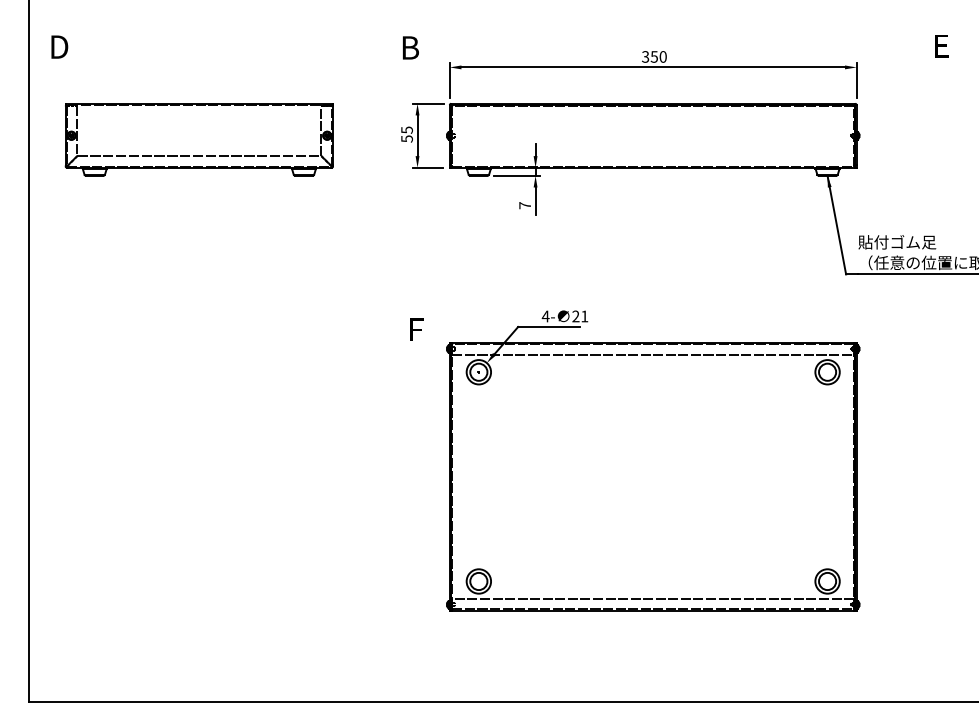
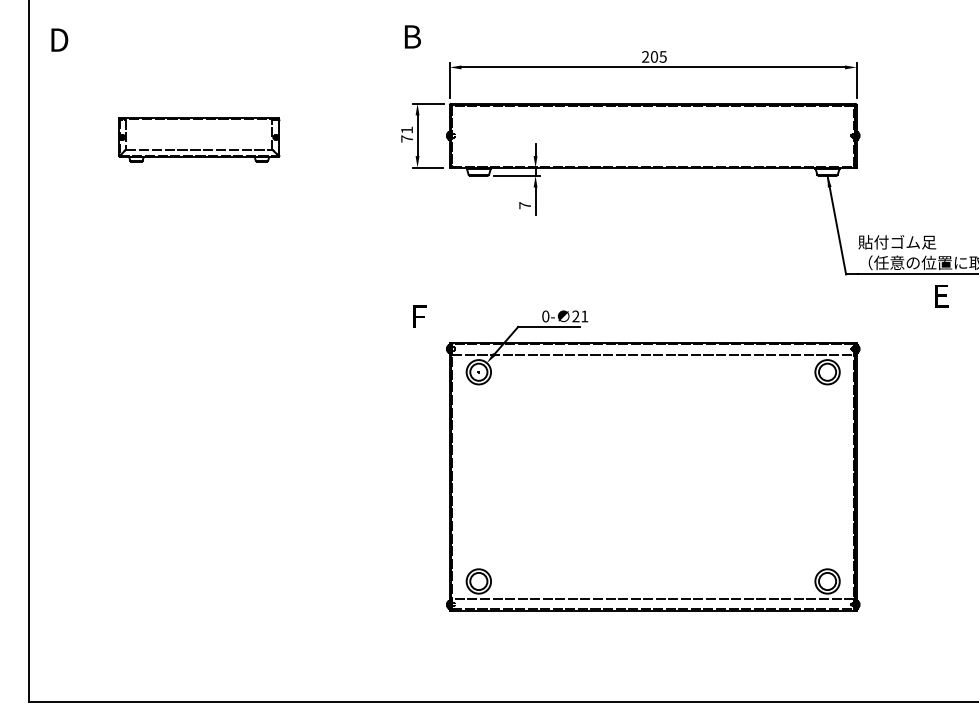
text at (59, 46) position: (59, 46) -> (59, 39)
text at (941, 46) position: (941, 46) -> (941, 296)
text at (410, 47) position: (410, 47) -> (412, 36)
text at (654, 56): 350 -> 205
text at (406, 134): 55 -> 71
part at (198, 139) size: 270x74 px -> 163x46 px
text at (545, 316): 4- -> 0-
text at (416, 329) position: (416, 329) -> (419, 316)
